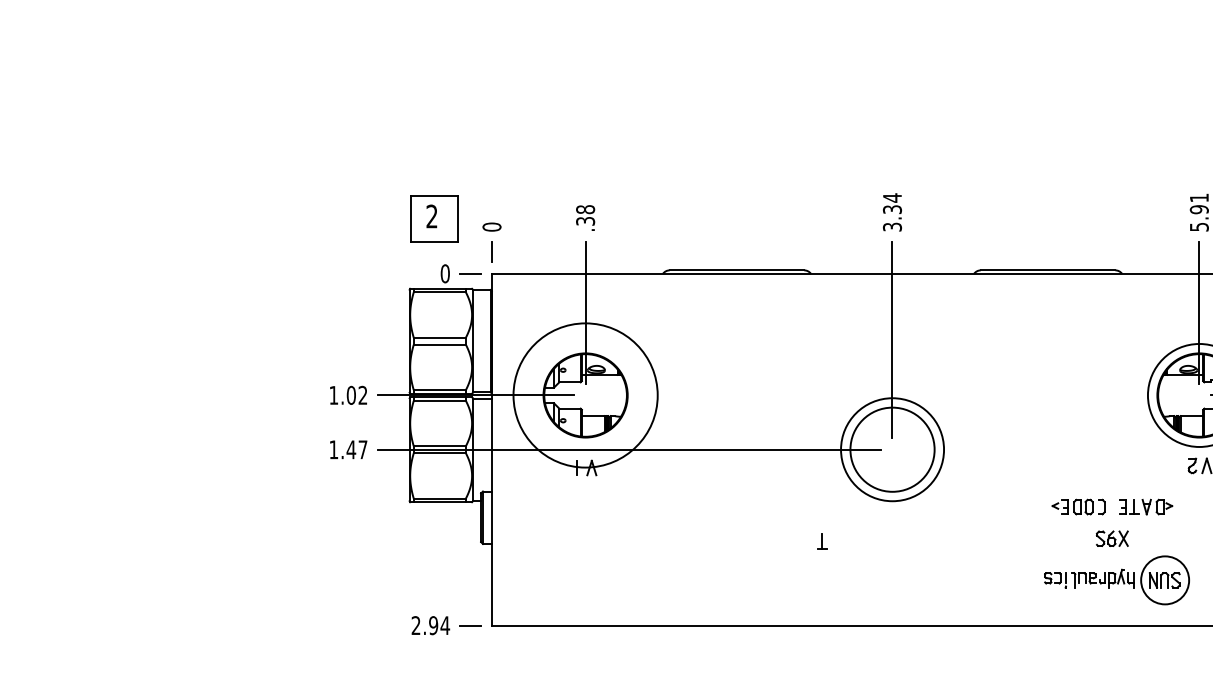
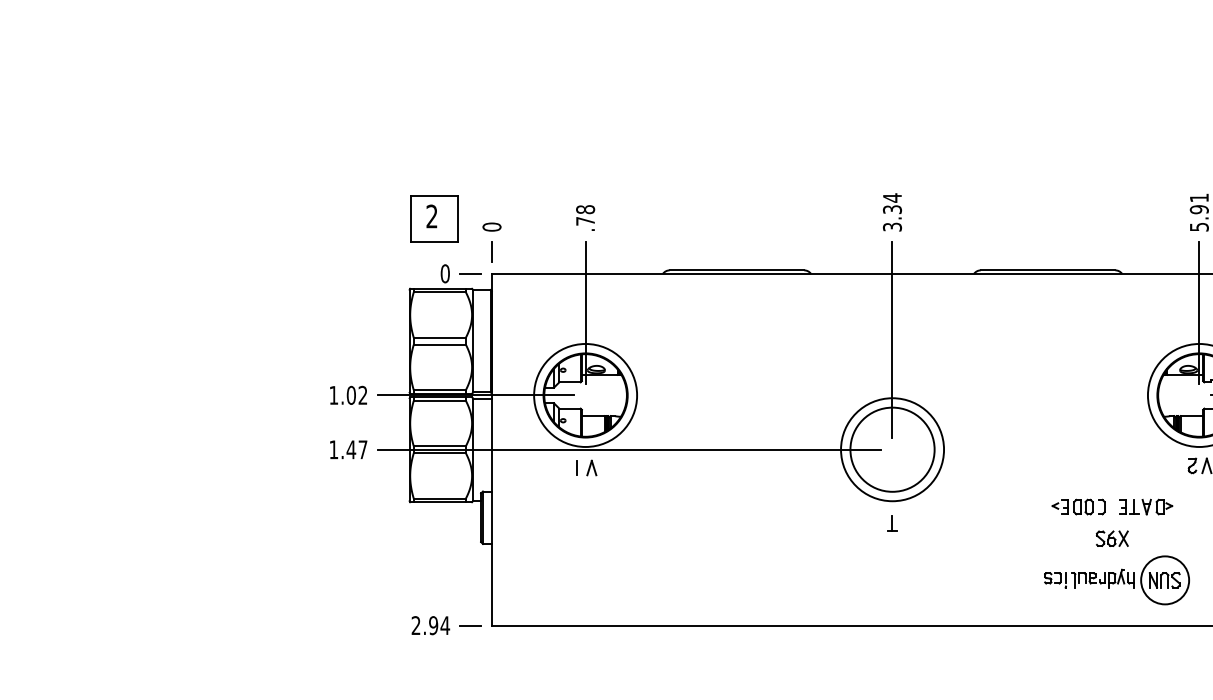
text at (585, 221): .38 -> .78
circle at (585, 395) diameter: 144 px -> 103 px
part at (822, 541) position: (822, 541) -> (892, 523)
